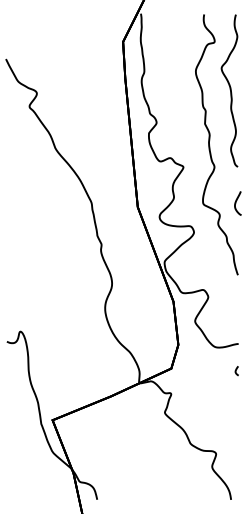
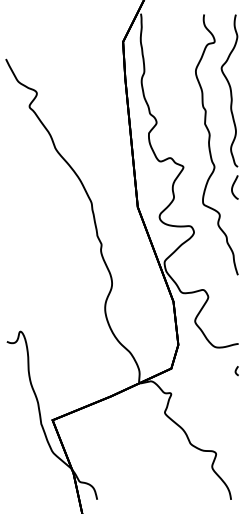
curve at (236, 203) position: (236, 203) -> (233, 187)
